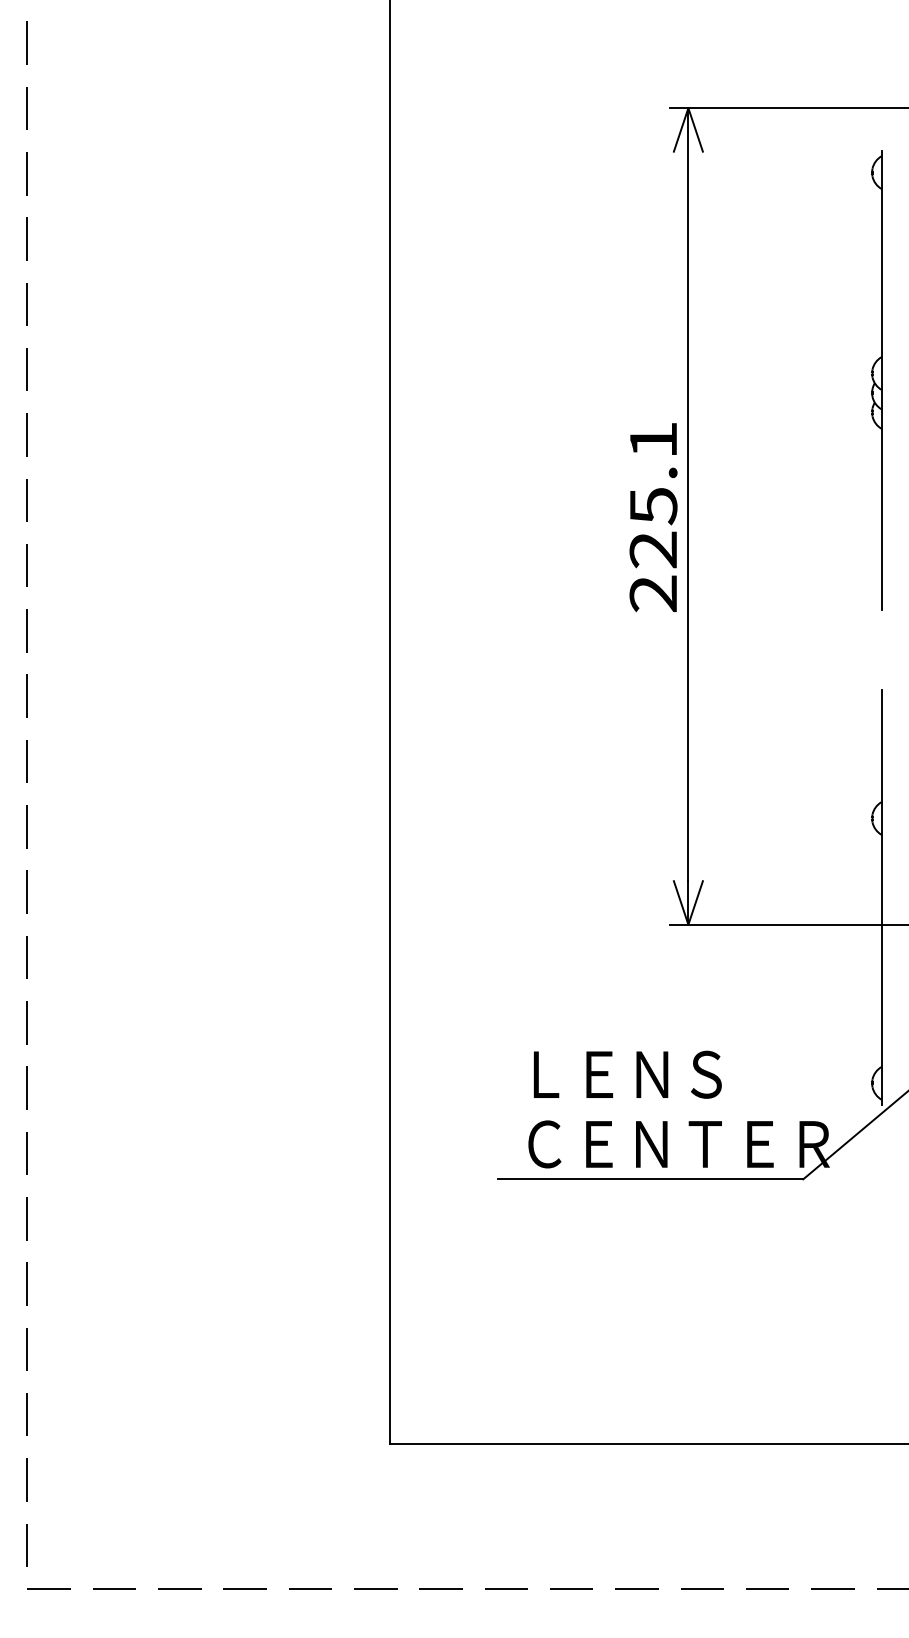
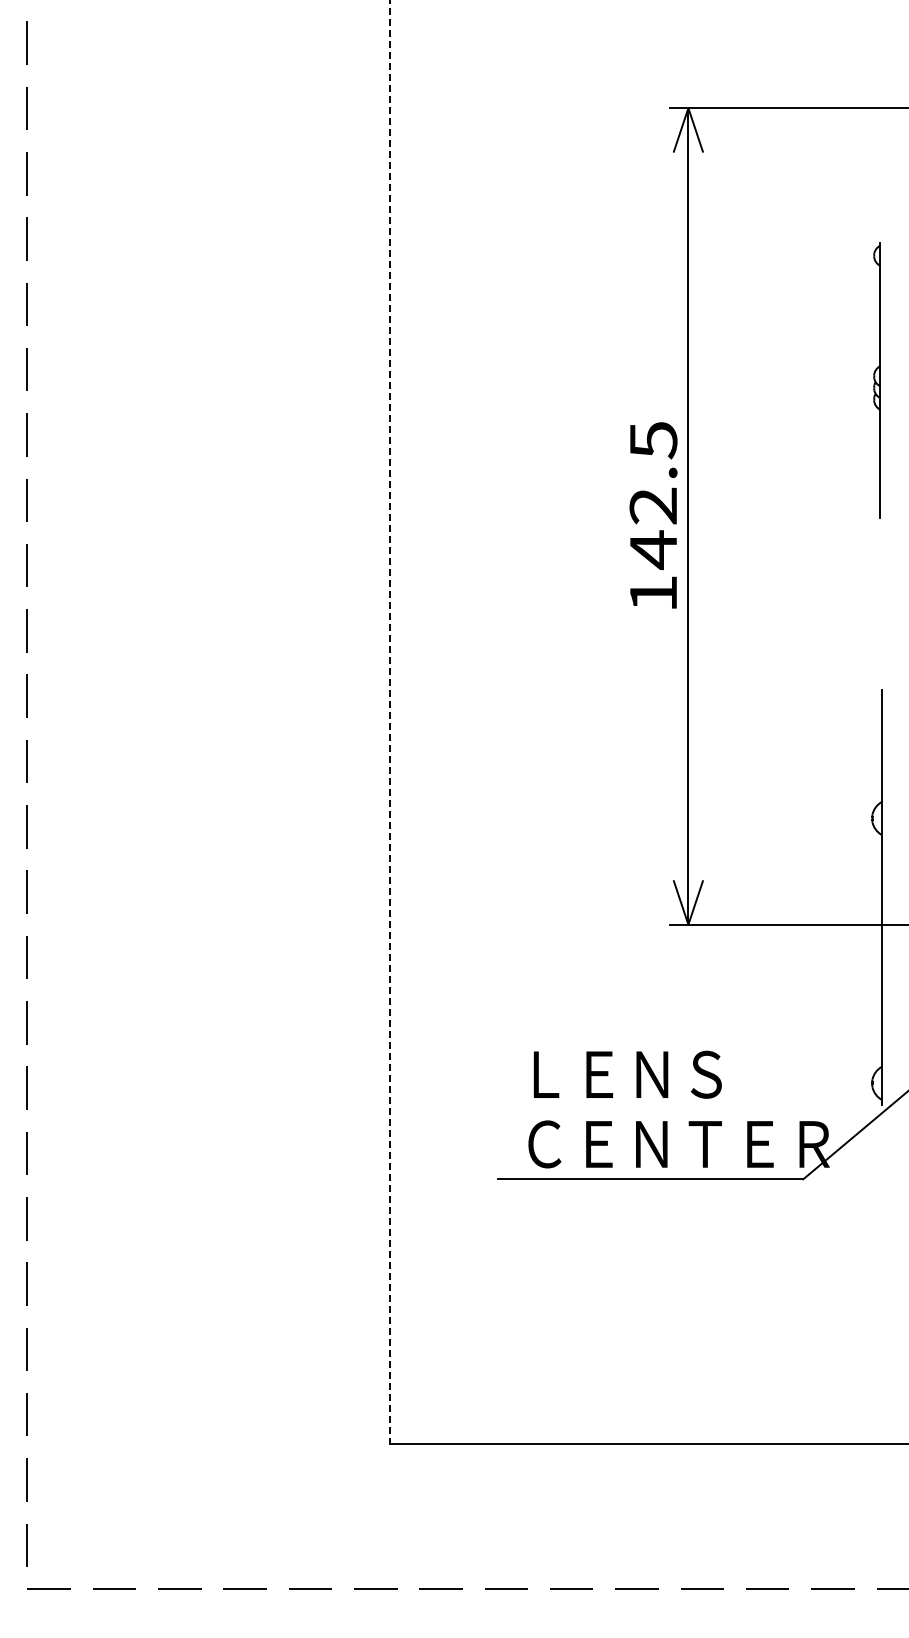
part at (876, 380) size: 12x461 px -> 8x277 px
text at (653, 517): 225.1 -> 142.5
line at (390, 722): solid -> dashed
